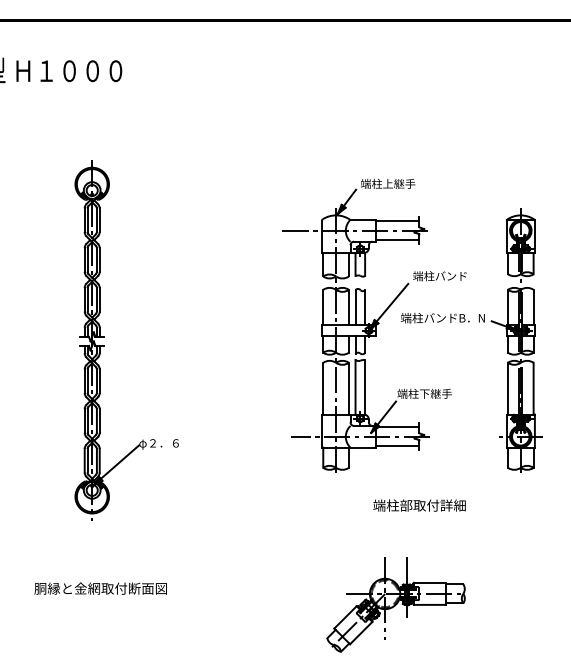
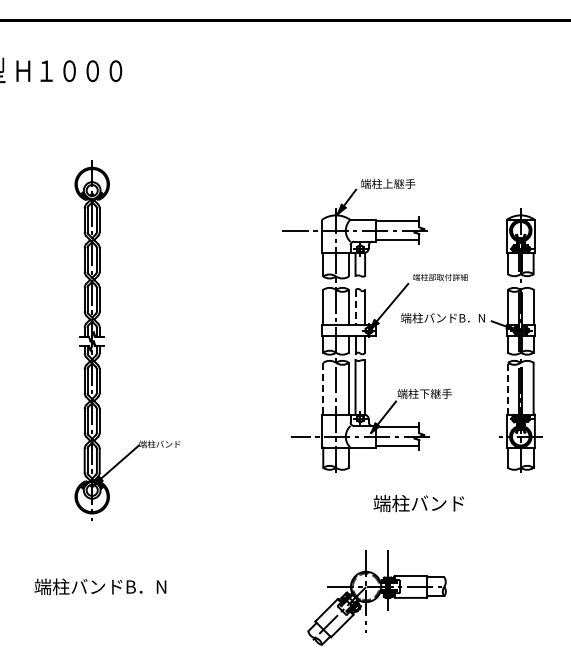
text at (440, 276): 端柱バンド -> 端柱部取付詳細
line at (355, 308): solid -> dashed
line at (323, 388): solid -> dashed
line at (507, 388): solid -> dashed
text at (159, 444): φ２．６ -> 端柱バンド
text at (419, 503): 端柱部取付詳細 -> 端柱バンド
text at (100, 586): 胴縁と金網取付断面図 -> 端柱バンドB．N
part at (395, 604) position: (395, 604) -> (376, 597)
